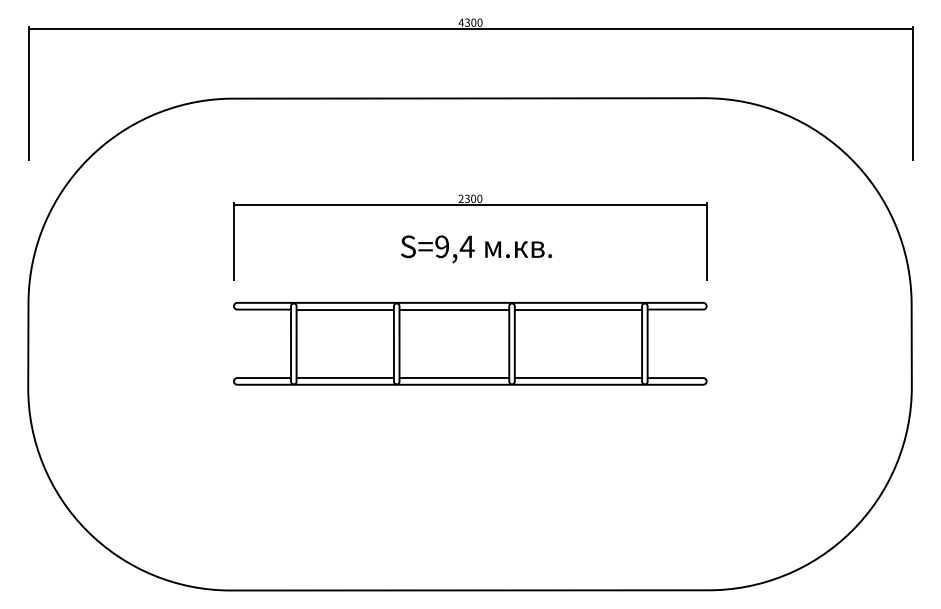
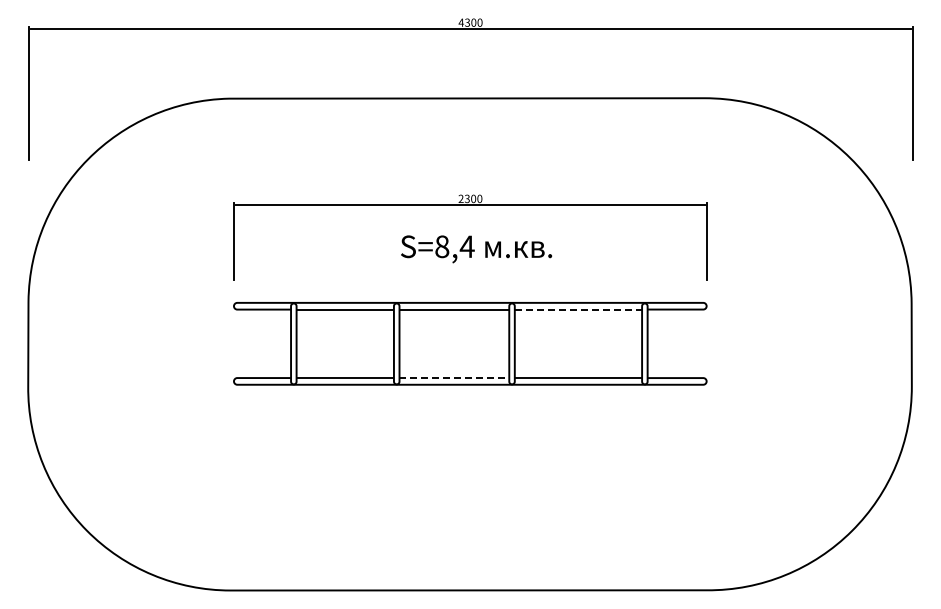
text at (442, 246): S=9,4 -> S=8,4
line at (578, 309): solid -> dashed
line at (454, 378): solid -> dashed
